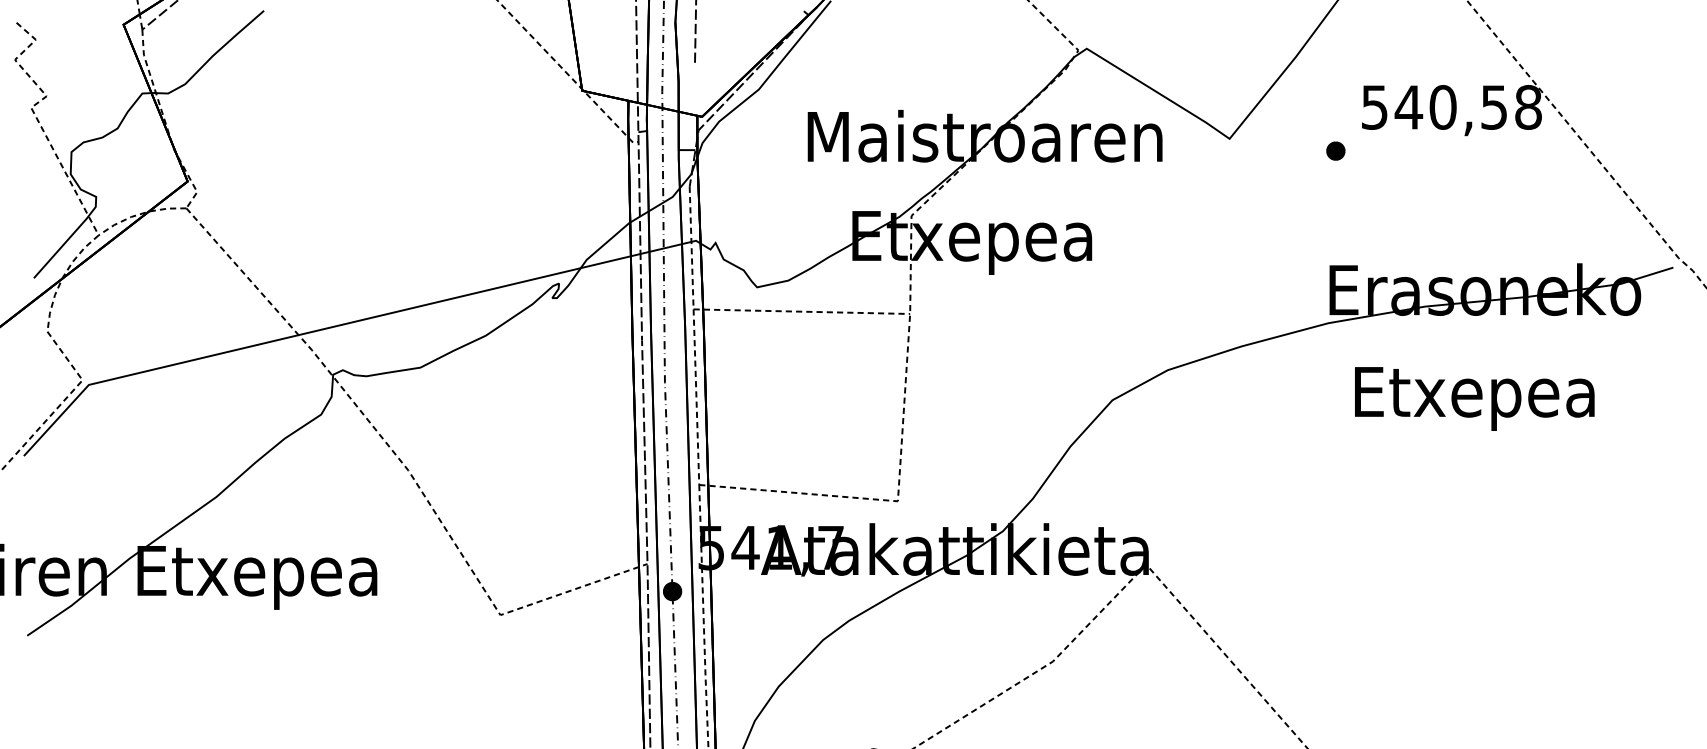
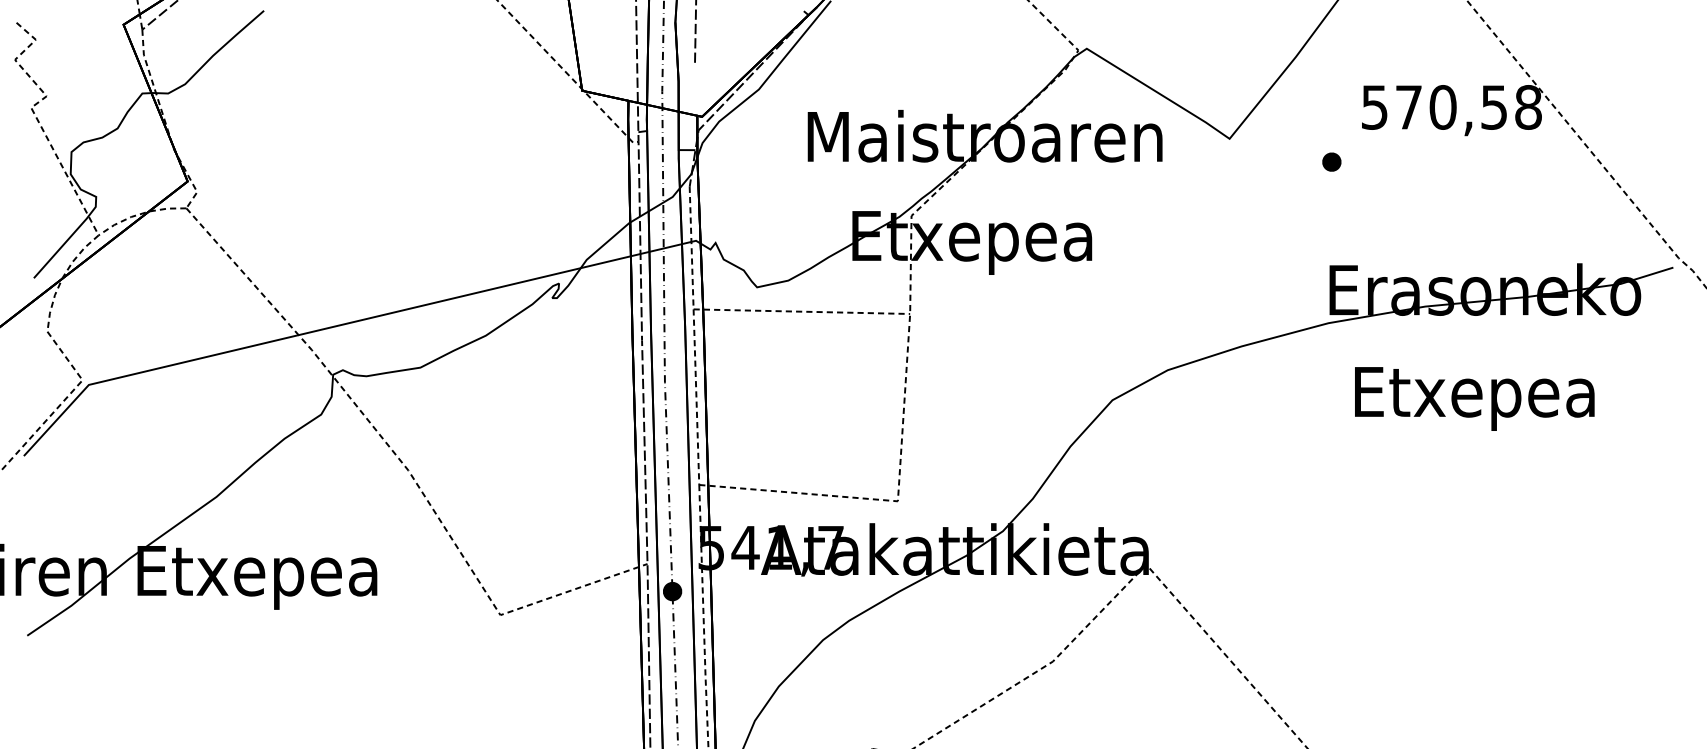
text at (1408, 107): 540,58 -> 570,58
part at (1335, 150) position: (1335, 150) -> (1331, 161)
